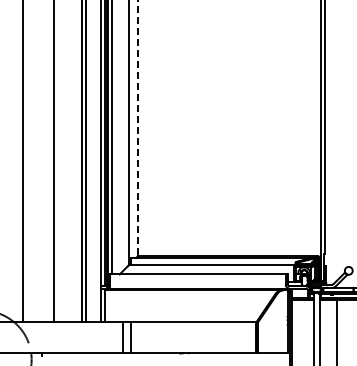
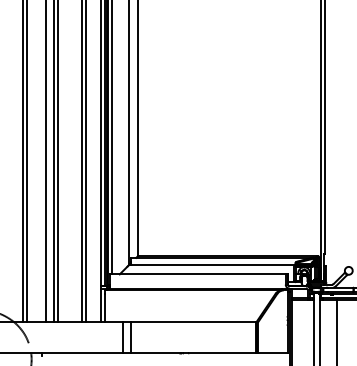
line at (137, 128): dashed -> solid
line at (26, 161): none -> present
line at (45, 161): none -> present
line at (57, 161): none -> present
